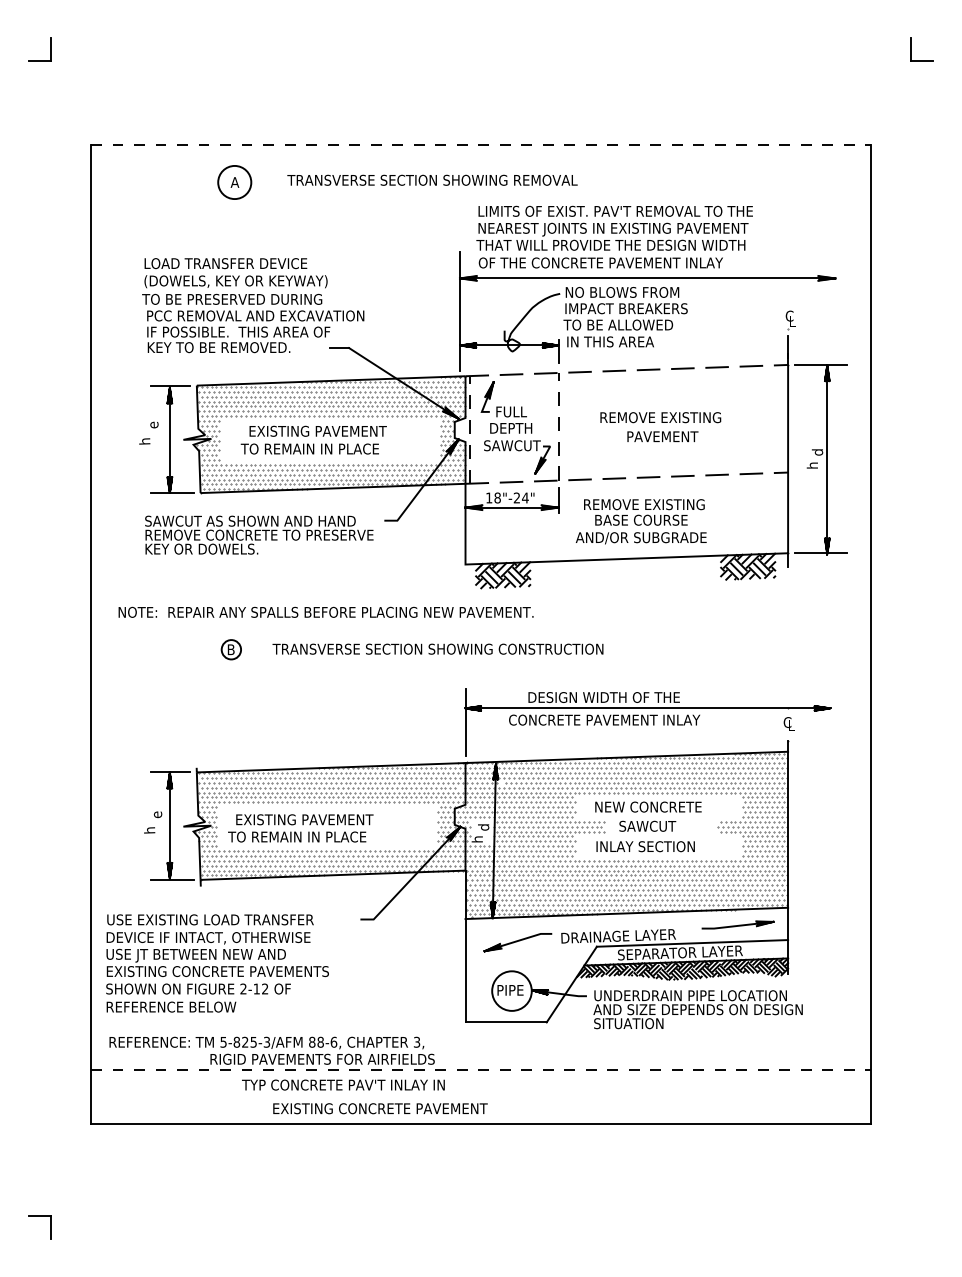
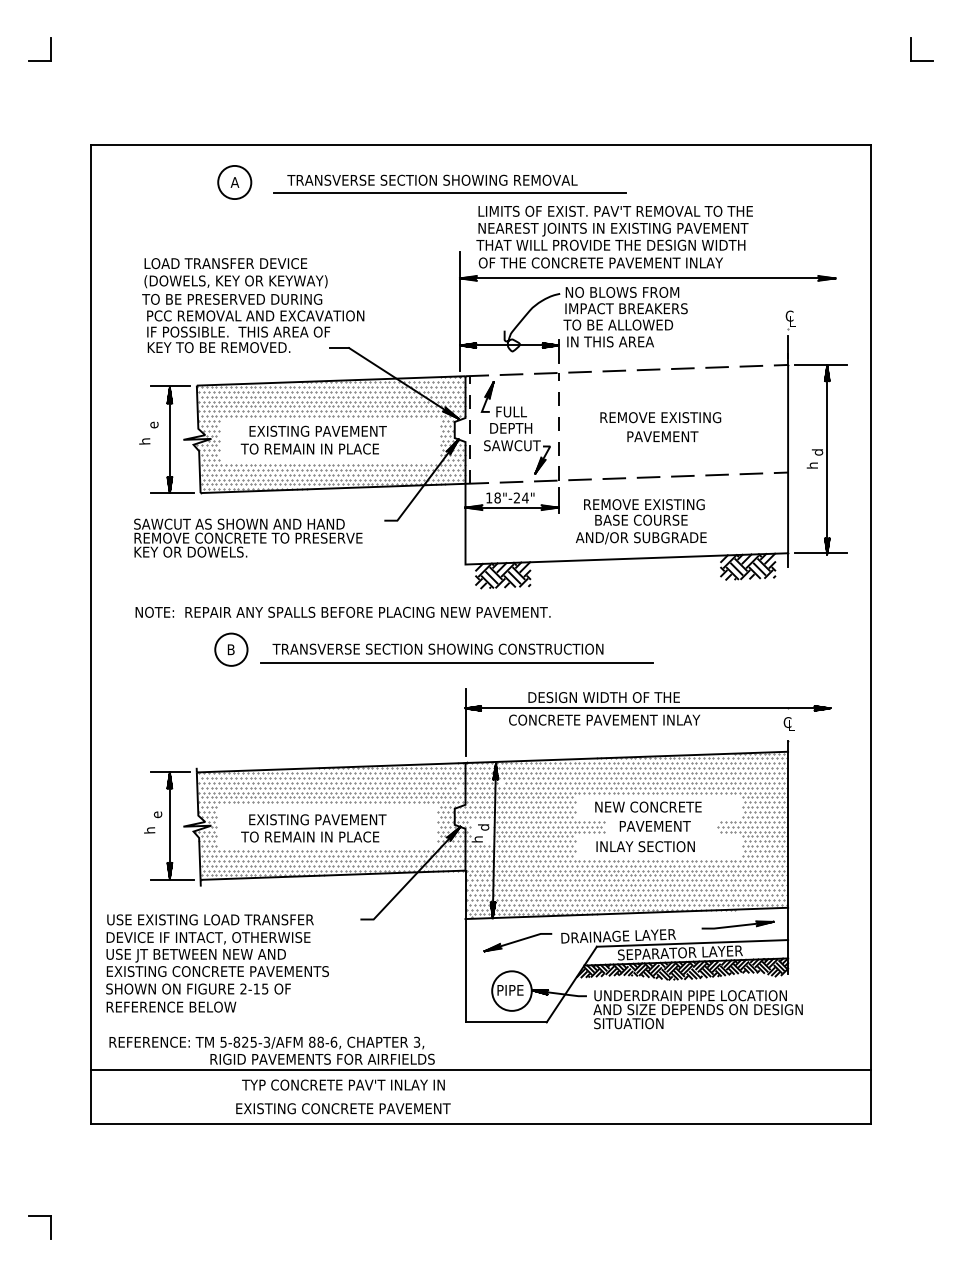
line at (481, 145): dashed -> solid
line at (449, 193): none -> present
text at (259, 534) position: (259, 534) -> (248, 537)
text at (325, 611) position: (325, 611) -> (342, 611)
circle at (231, 649) diameter: 19 px -> 32 px
line at (456, 662): none -> present
text at (654, 825): SAWCUT -> PAVEMENT
text at (300, 828) position: (300, 828) -> (313, 828)
text at (265, 988): 2-12 -> 2-15
line at (481, 1070): dashed -> solid
text at (380, 1108) position: (380, 1108) -> (343, 1108)
